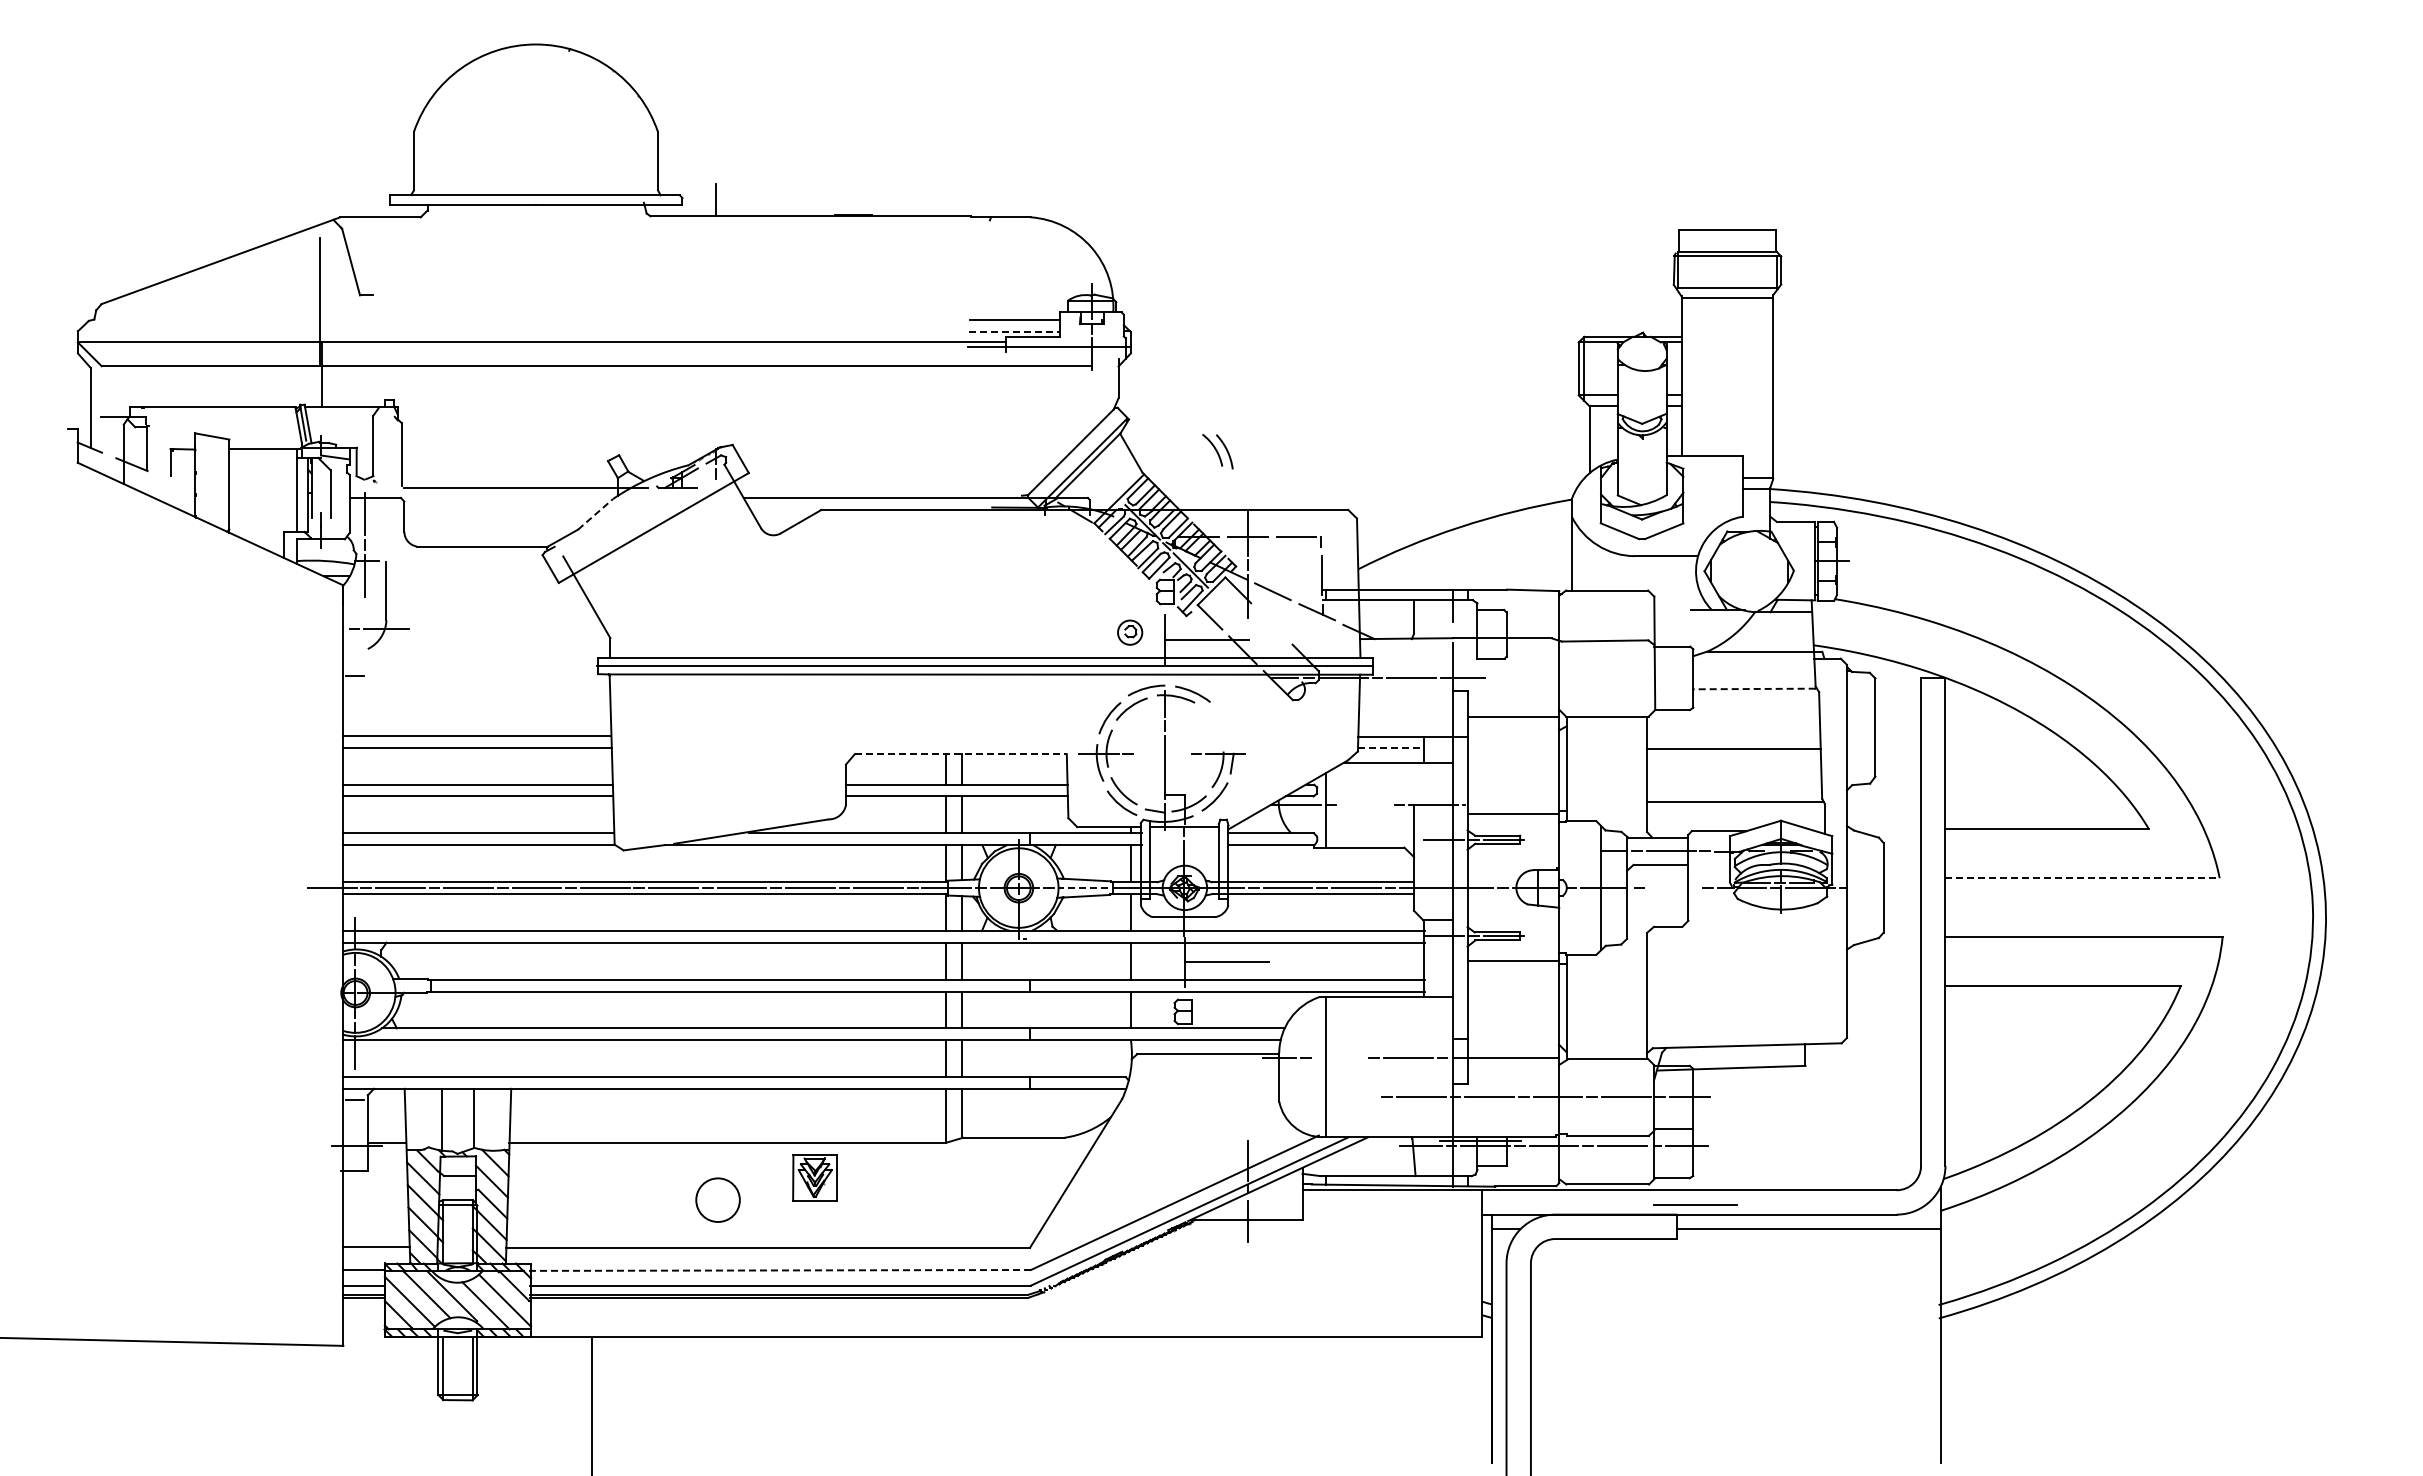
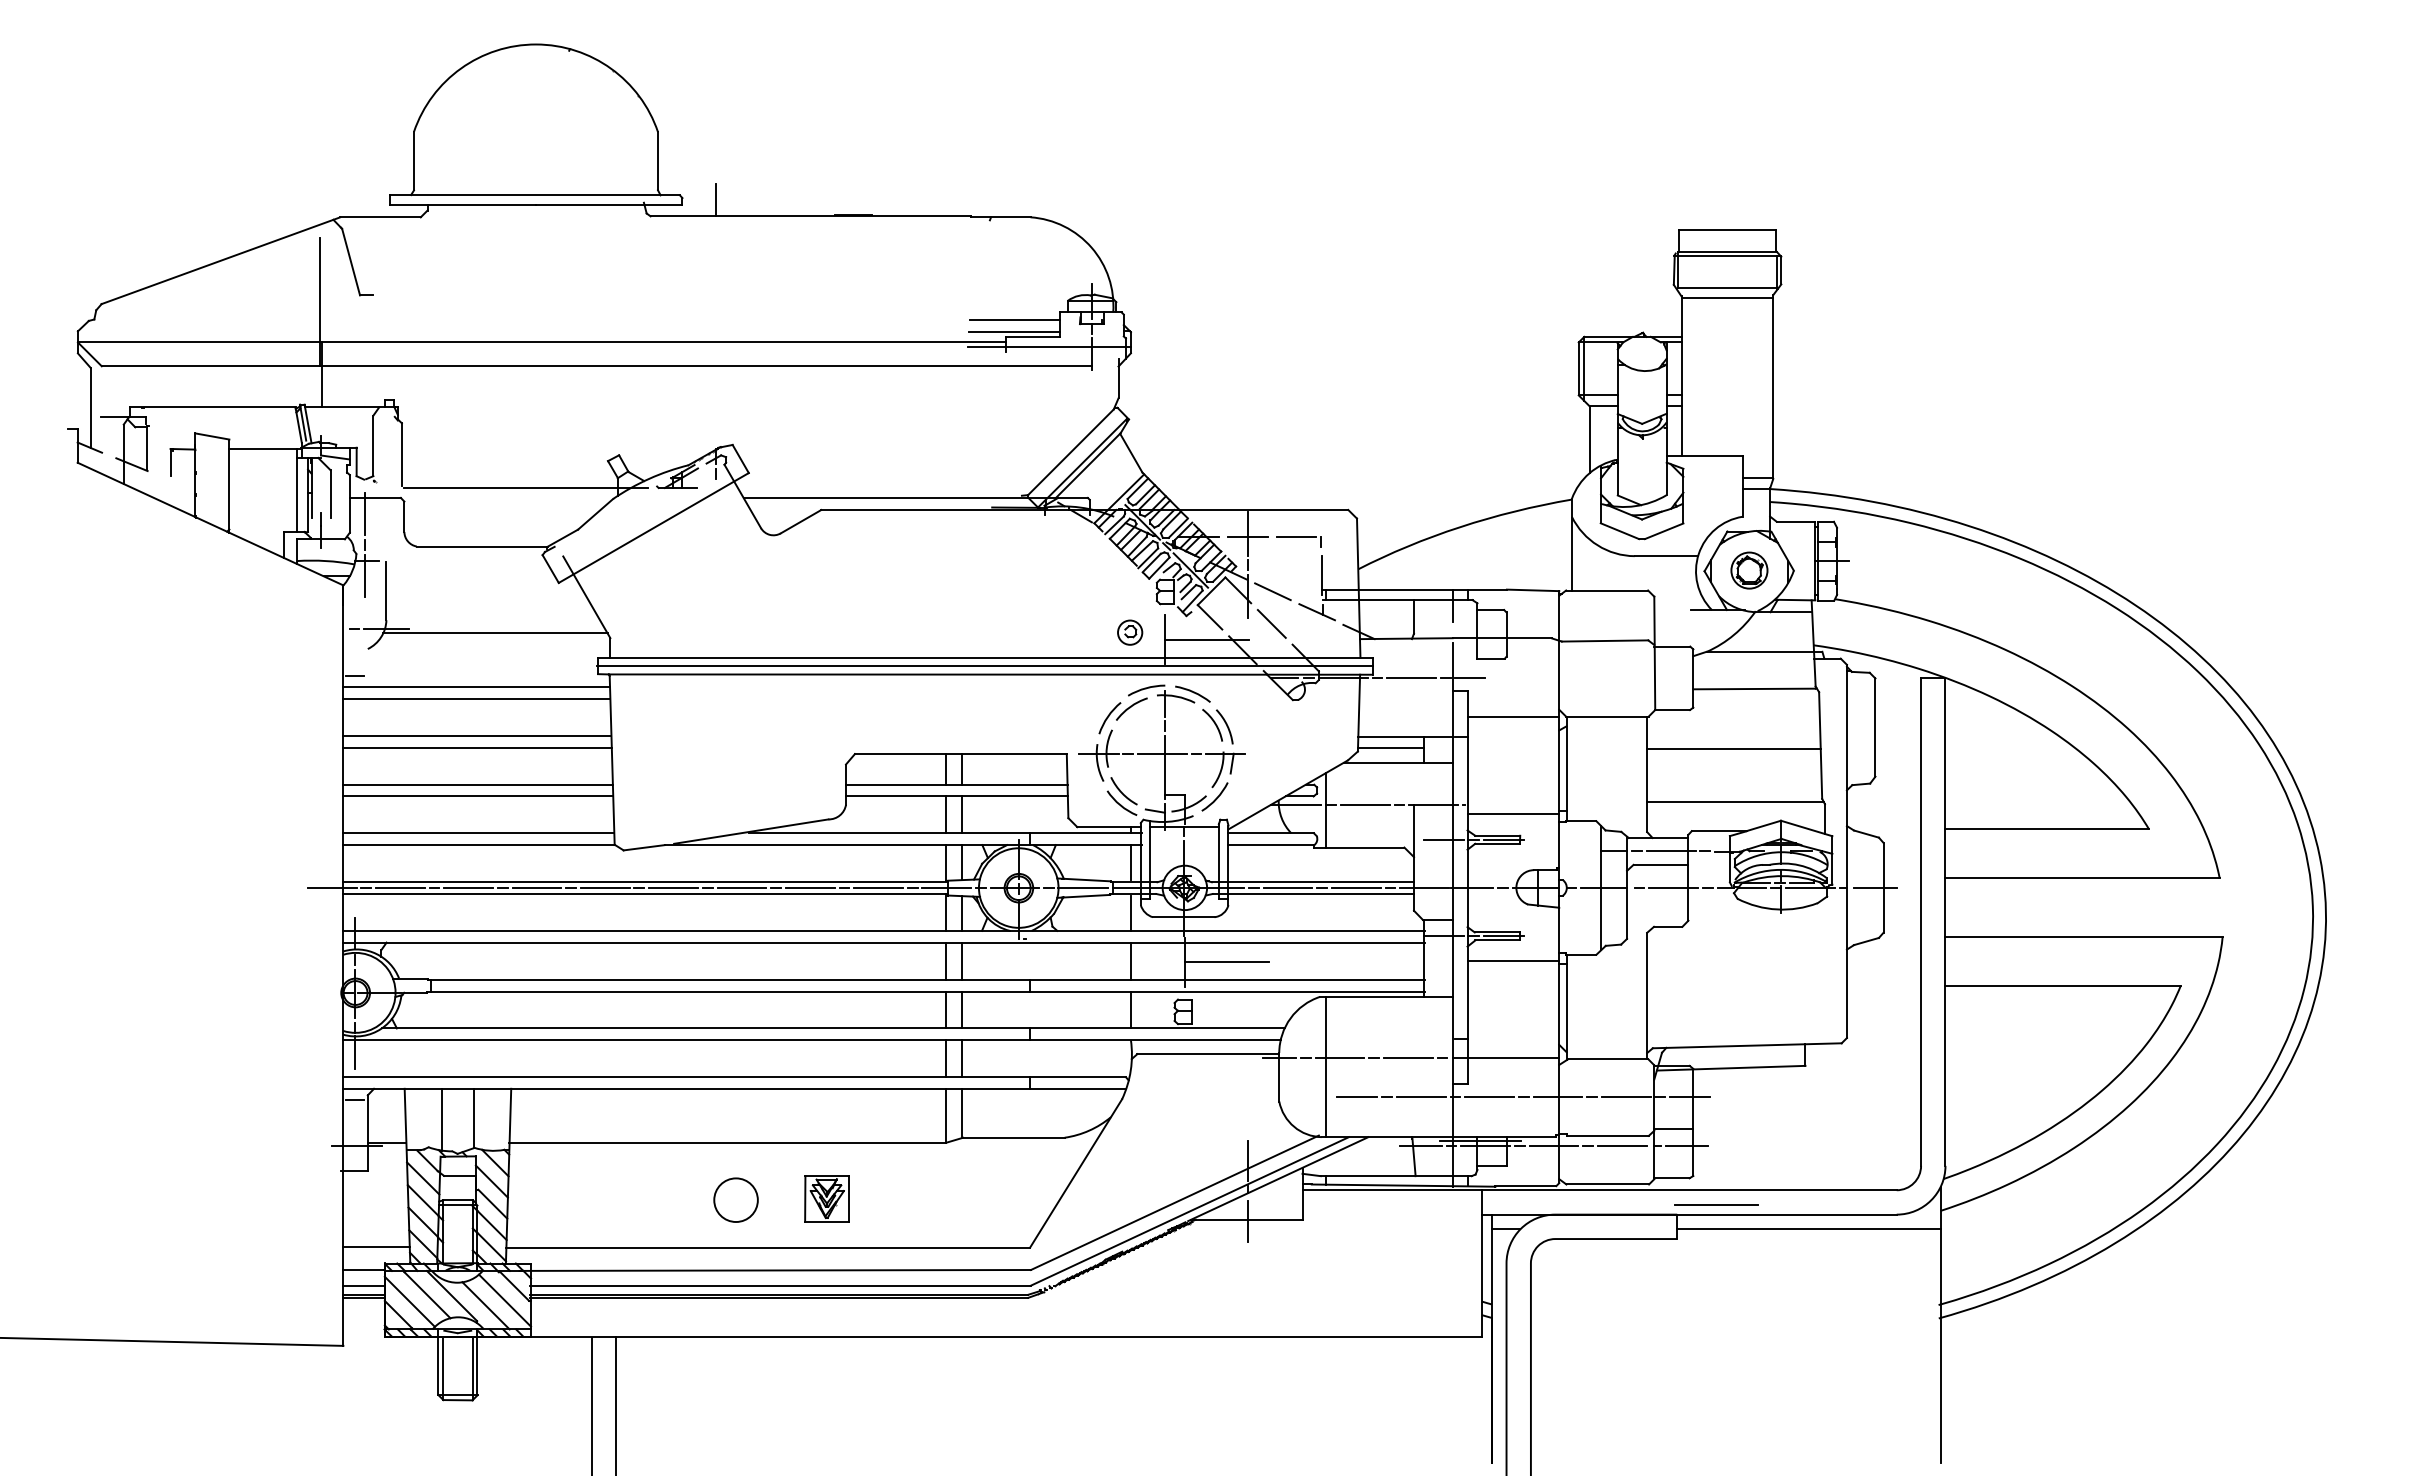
line at (1014, 331): dashed -> solid
part at (1217, 451) position: (1217, 451) -> (1217, 726)
line at (595, 514): dashed -> solid
part at (1749, 570): none -> present
line at (1271, 623): none -> present
line at (494, 633): none -> present
line at (476, 687): none -> present
line at (1754, 689): dashed -> solid
line at (476, 698): none -> present
line at (1390, 747): dashed -> solid
line at (1162, 753): none -> present
line at (960, 754): dashed -> solid
line at (1364, 804): none -> present
line at (2083, 878): dashed -> solid
line at (1083, 887): dashed -> solid
line at (1673, 887): none -> present
line at (1875, 887): none -> present
line at (1339, 1058): none -> present
line at (1356, 1097): none -> present
part at (814, 1177) position: (814, 1177) -> (826, 1198)
circle at (717, 1199) position: (717, 1199) -> (735, 1199)
line at (1695, 1204) position: (1695, 1204) -> (1716, 1204)
line at (775, 1270): dashed -> solid
line at (616, 1404): none -> present
